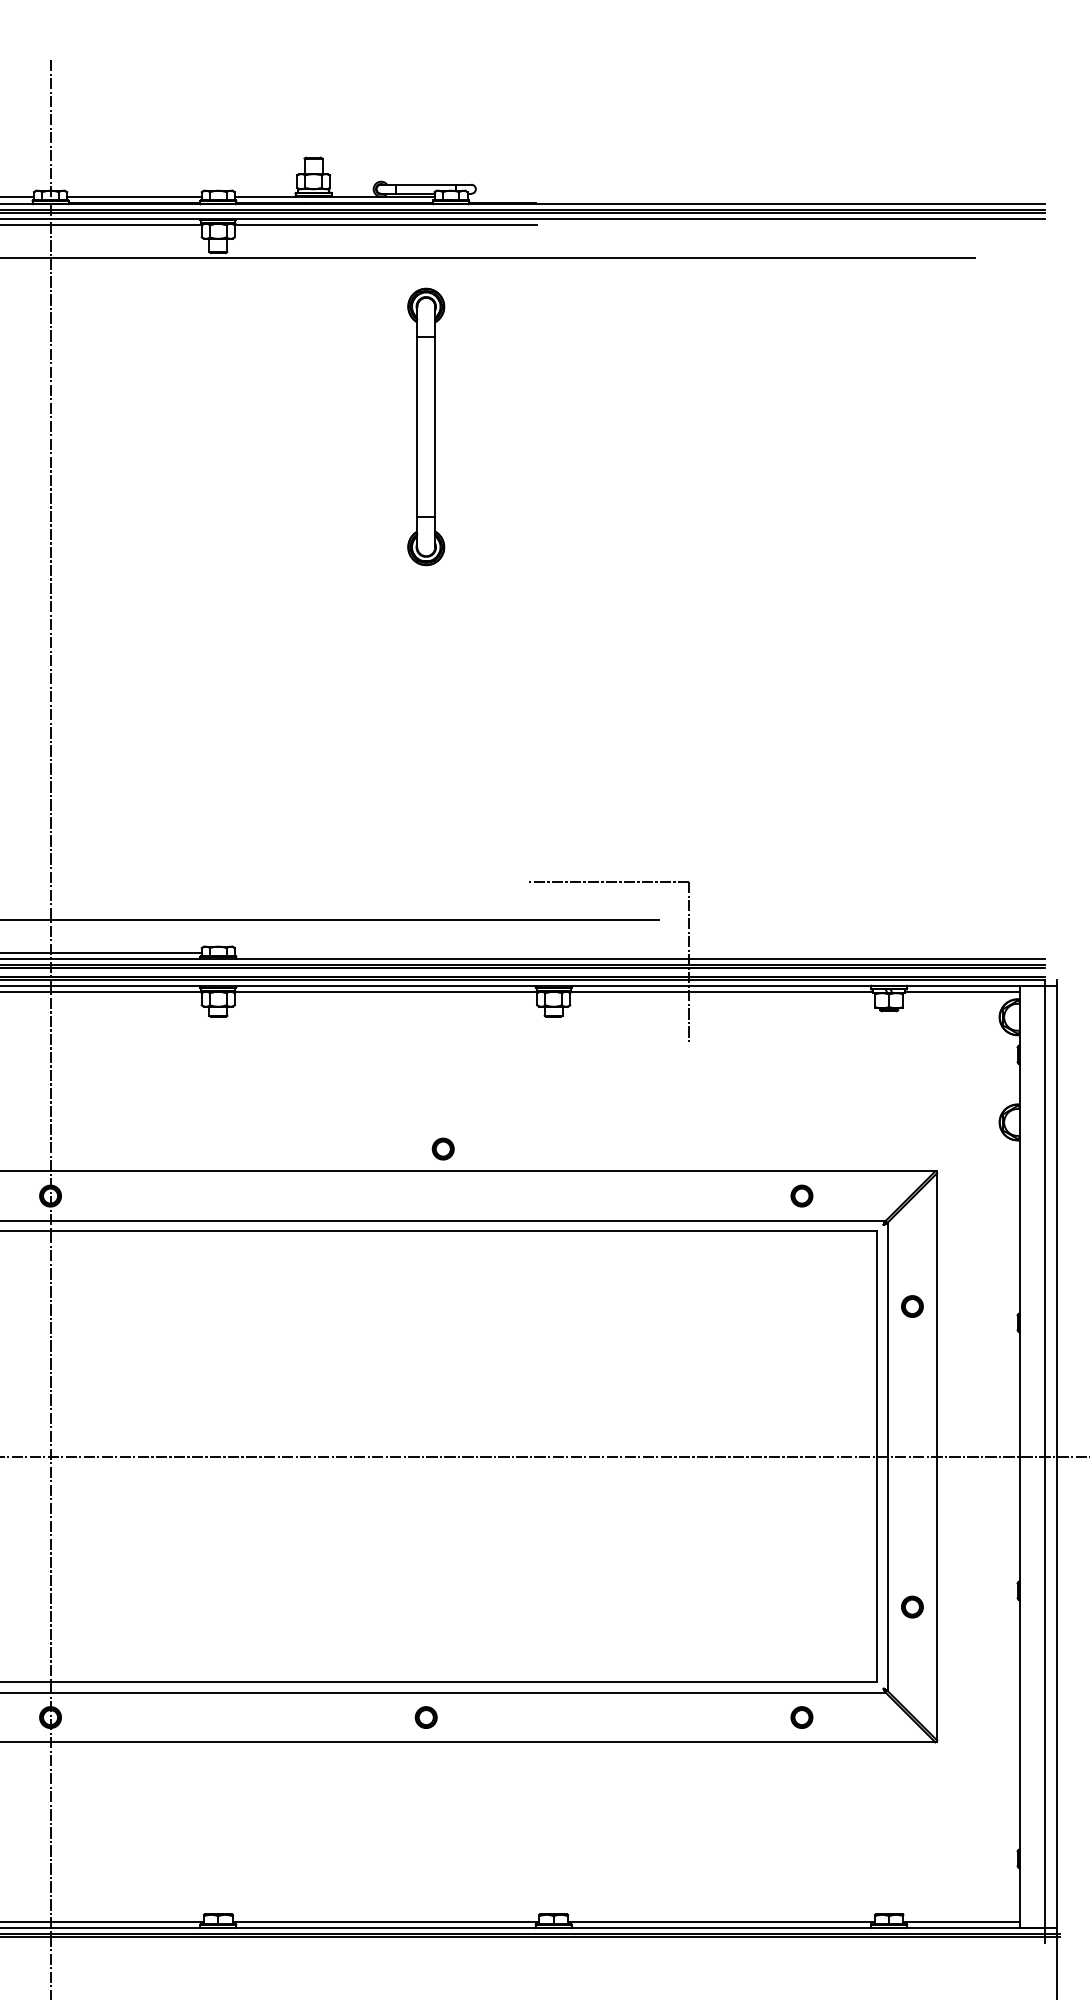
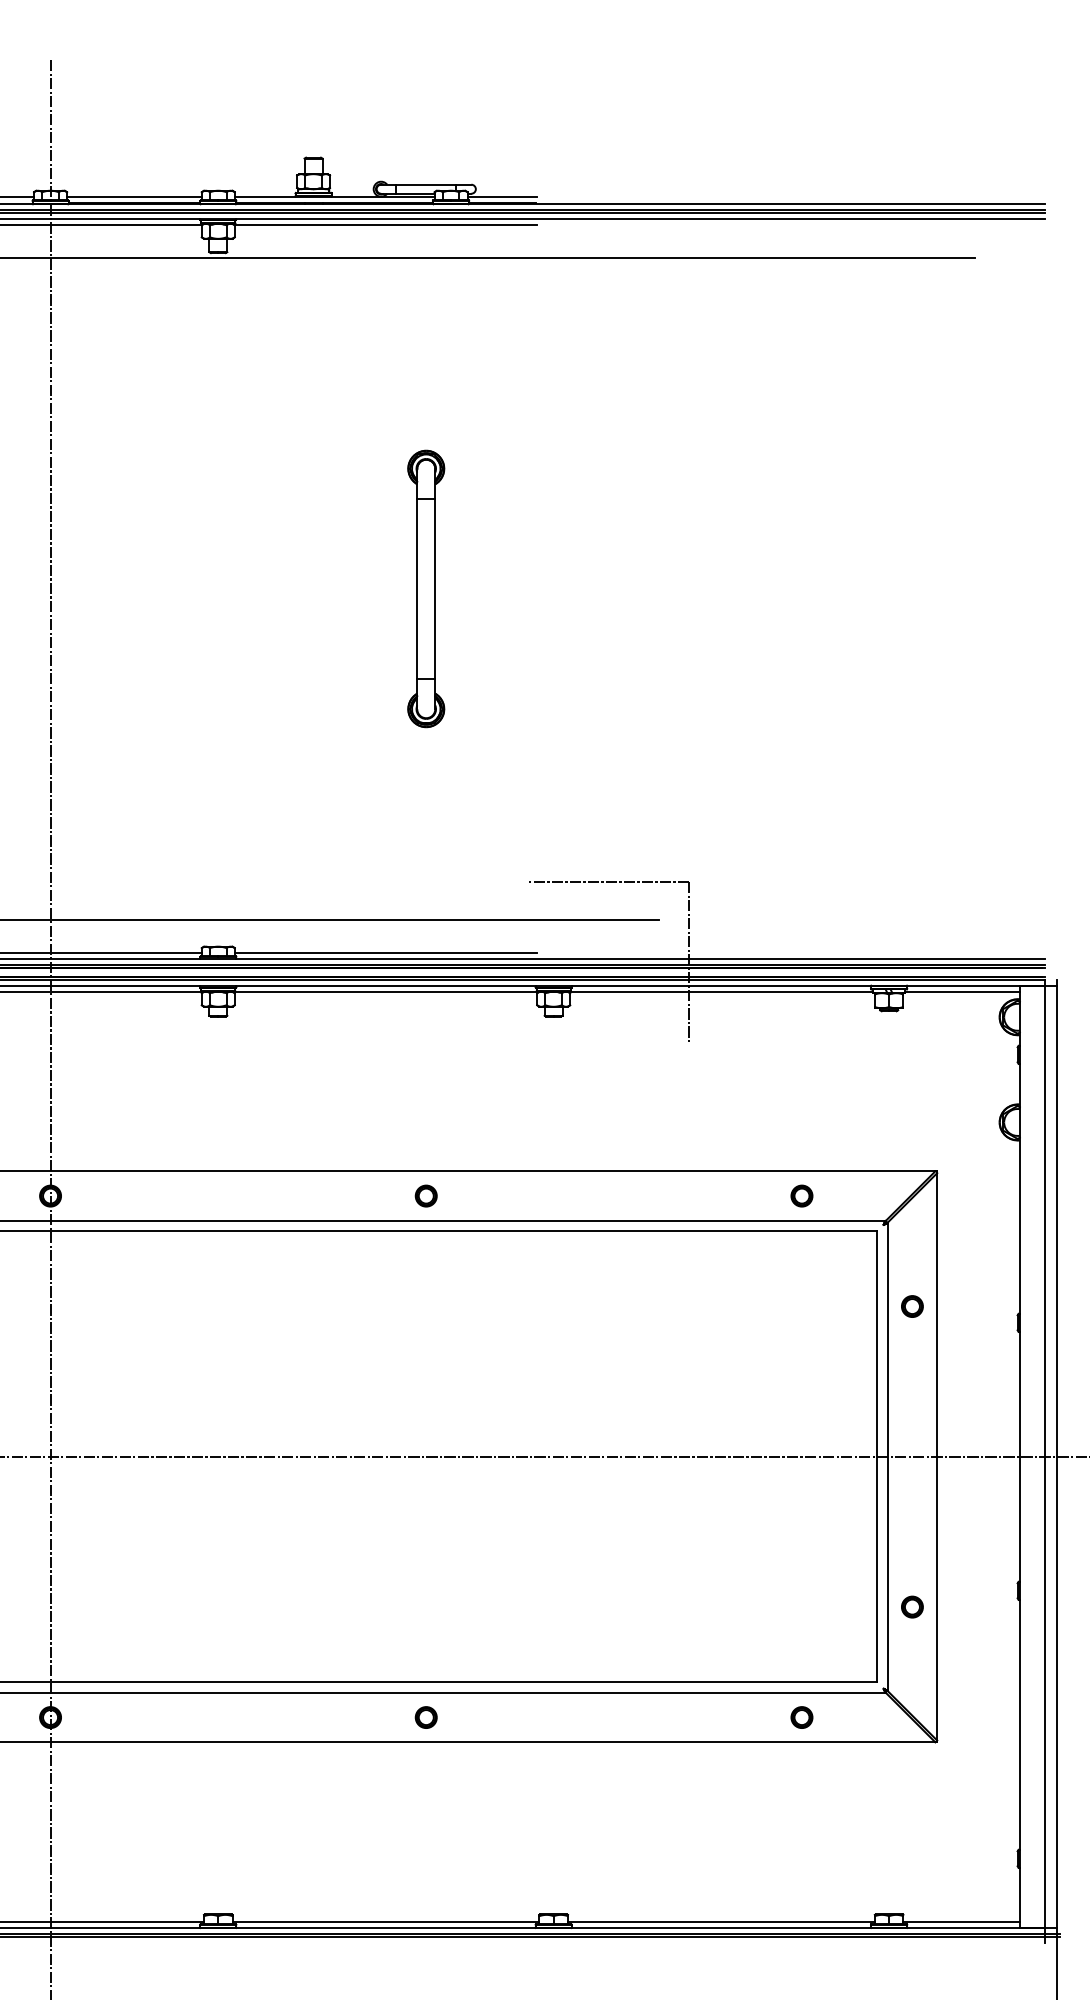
line at (502, 196): none -> present
part at (426, 426) position: (426, 426) -> (426, 588)
line at (385, 952): none -> present
part at (442, 1148) position: (442, 1148) -> (425, 1195)
